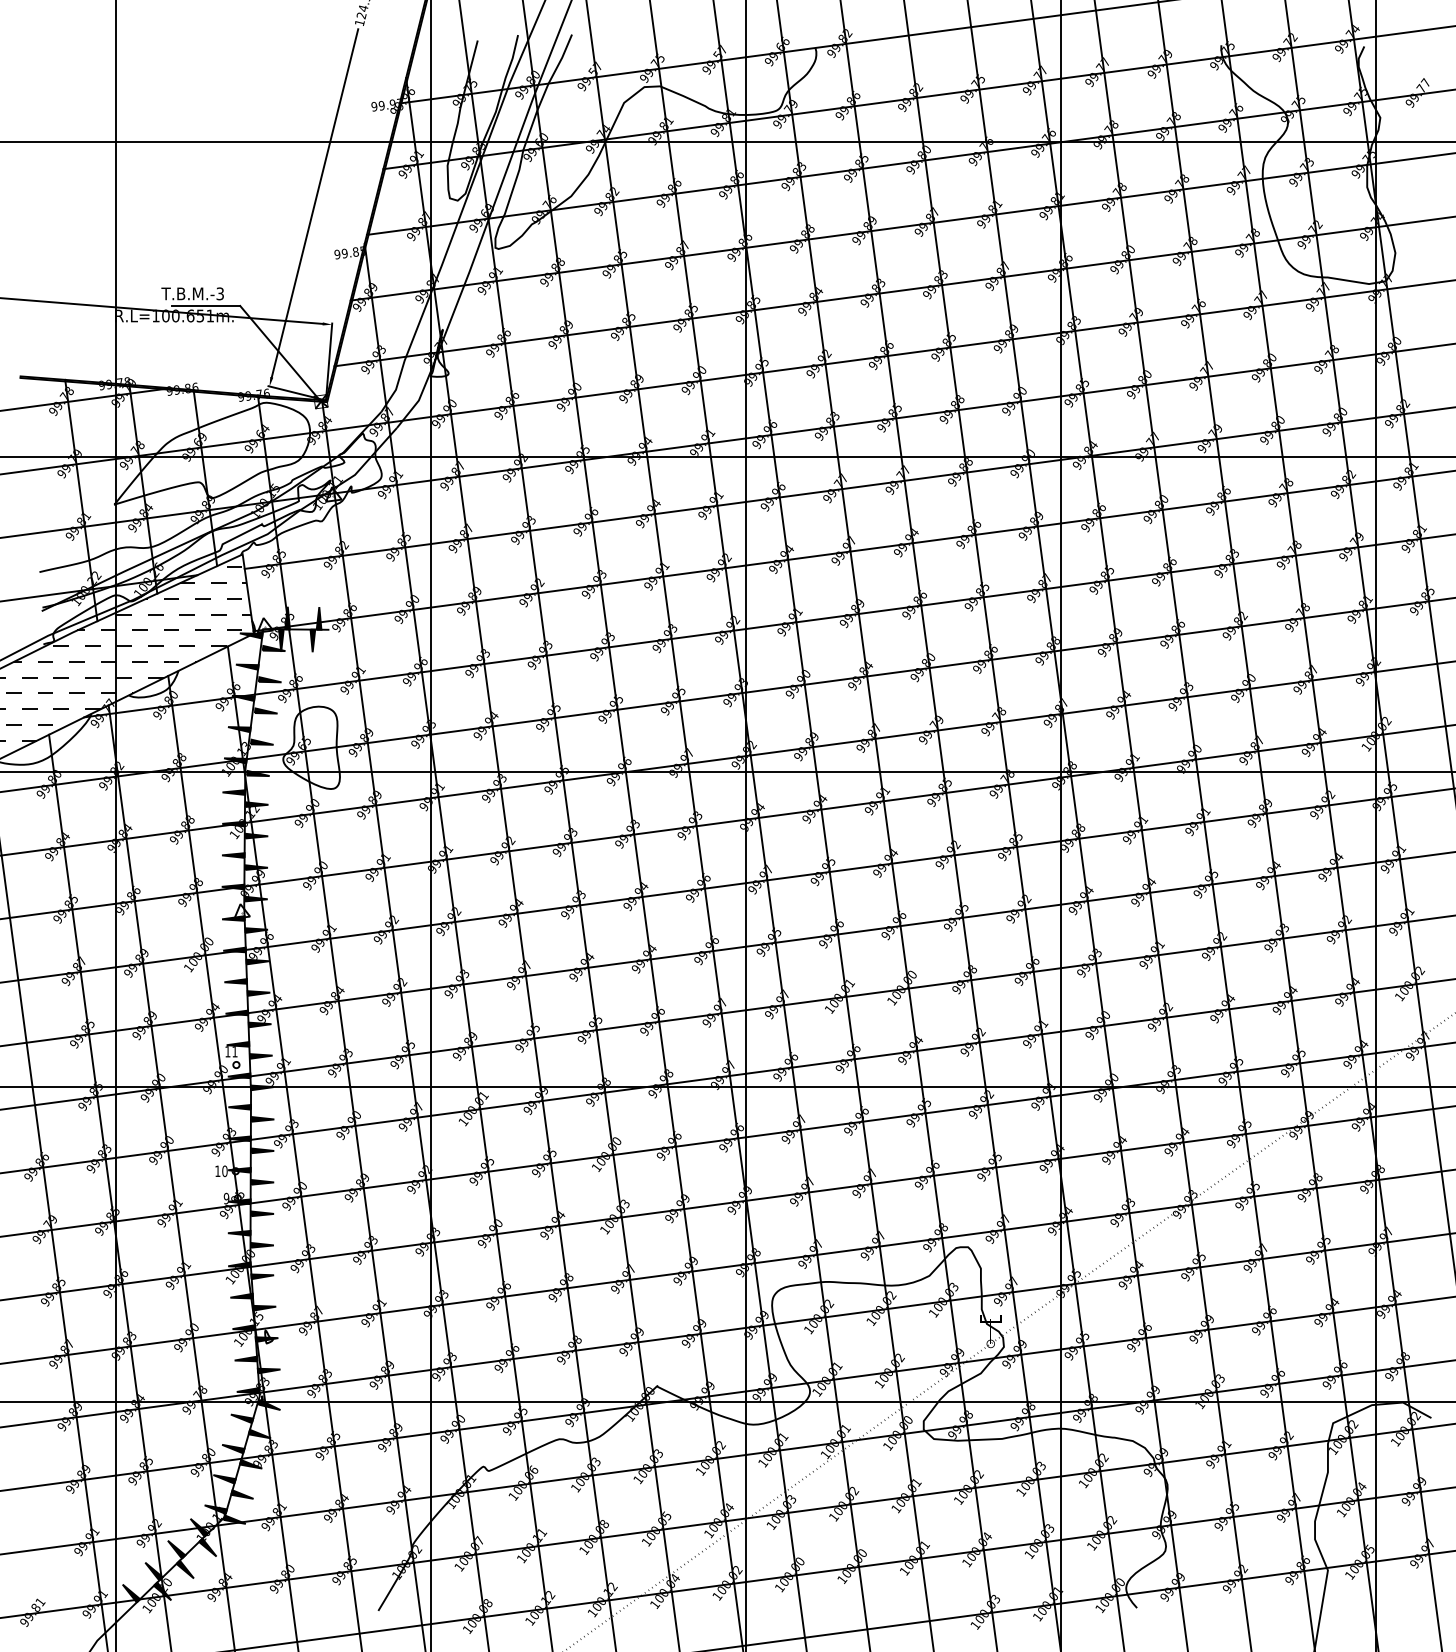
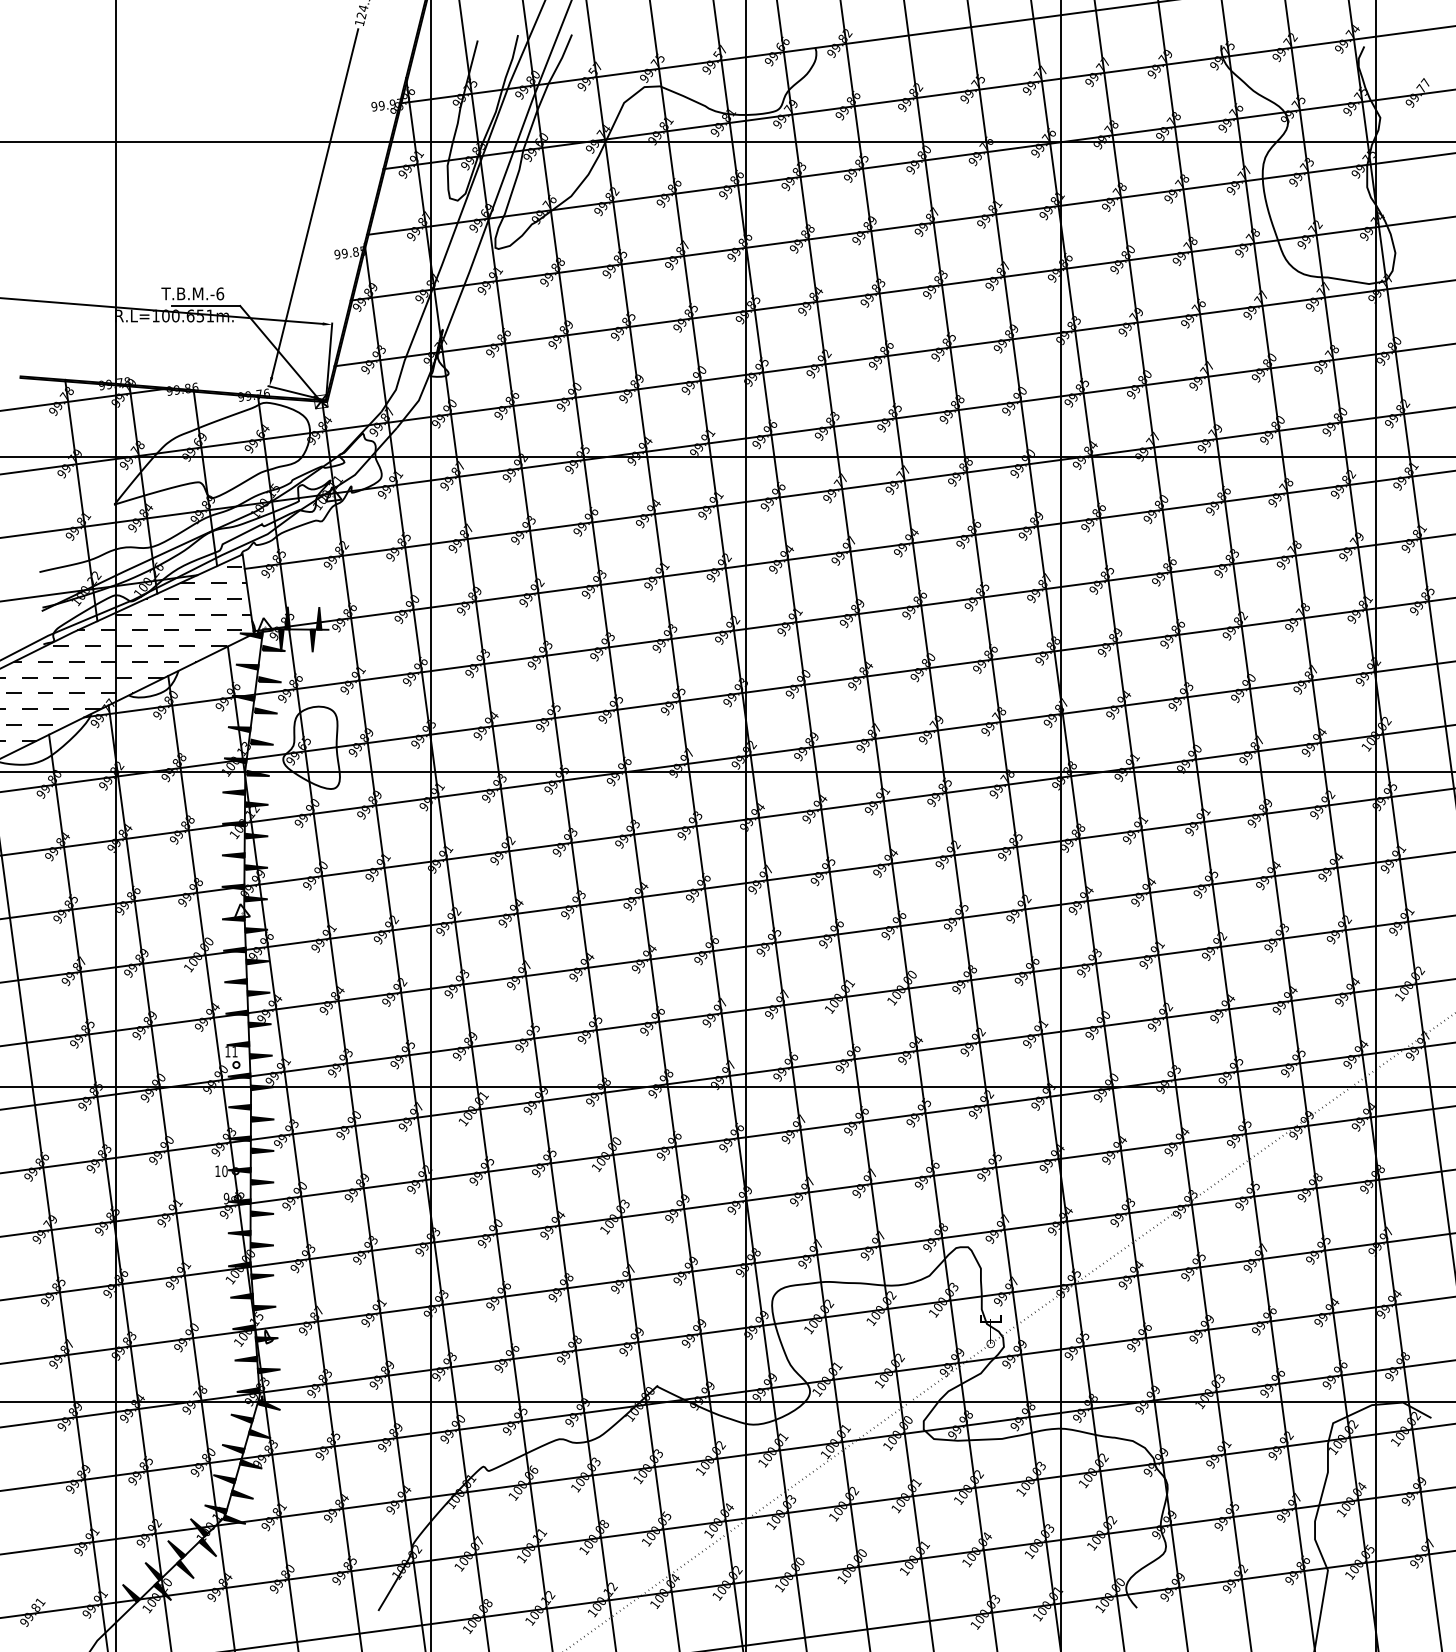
text at (220, 293): T.B.M.-3 -> T.B.M.-6
